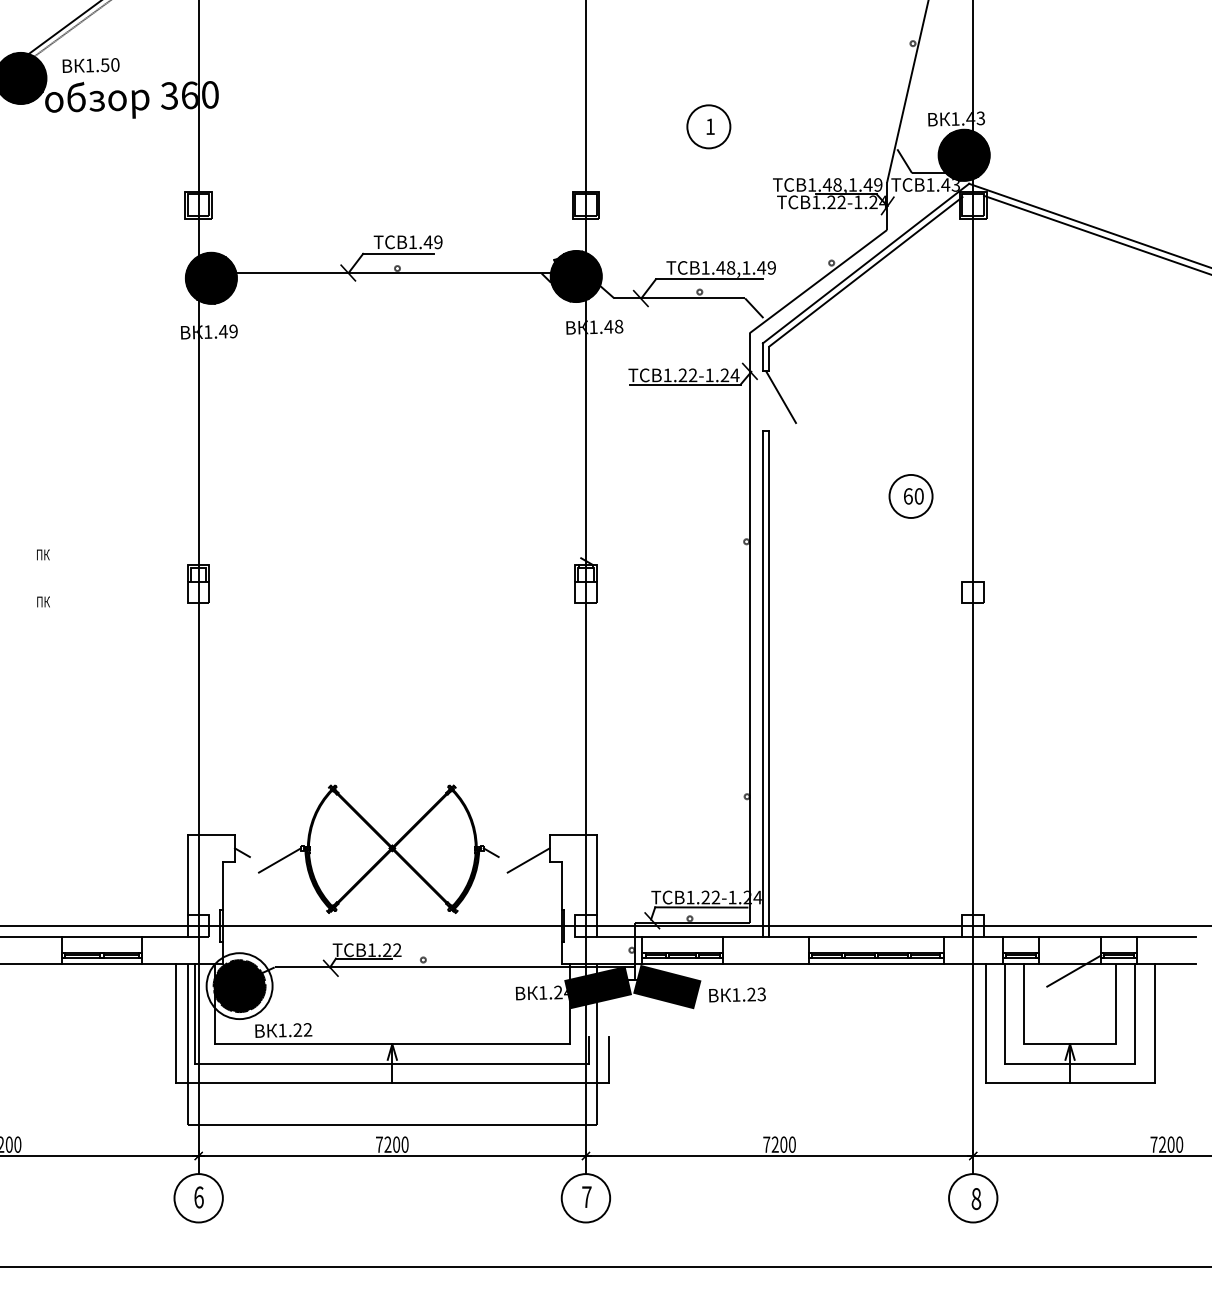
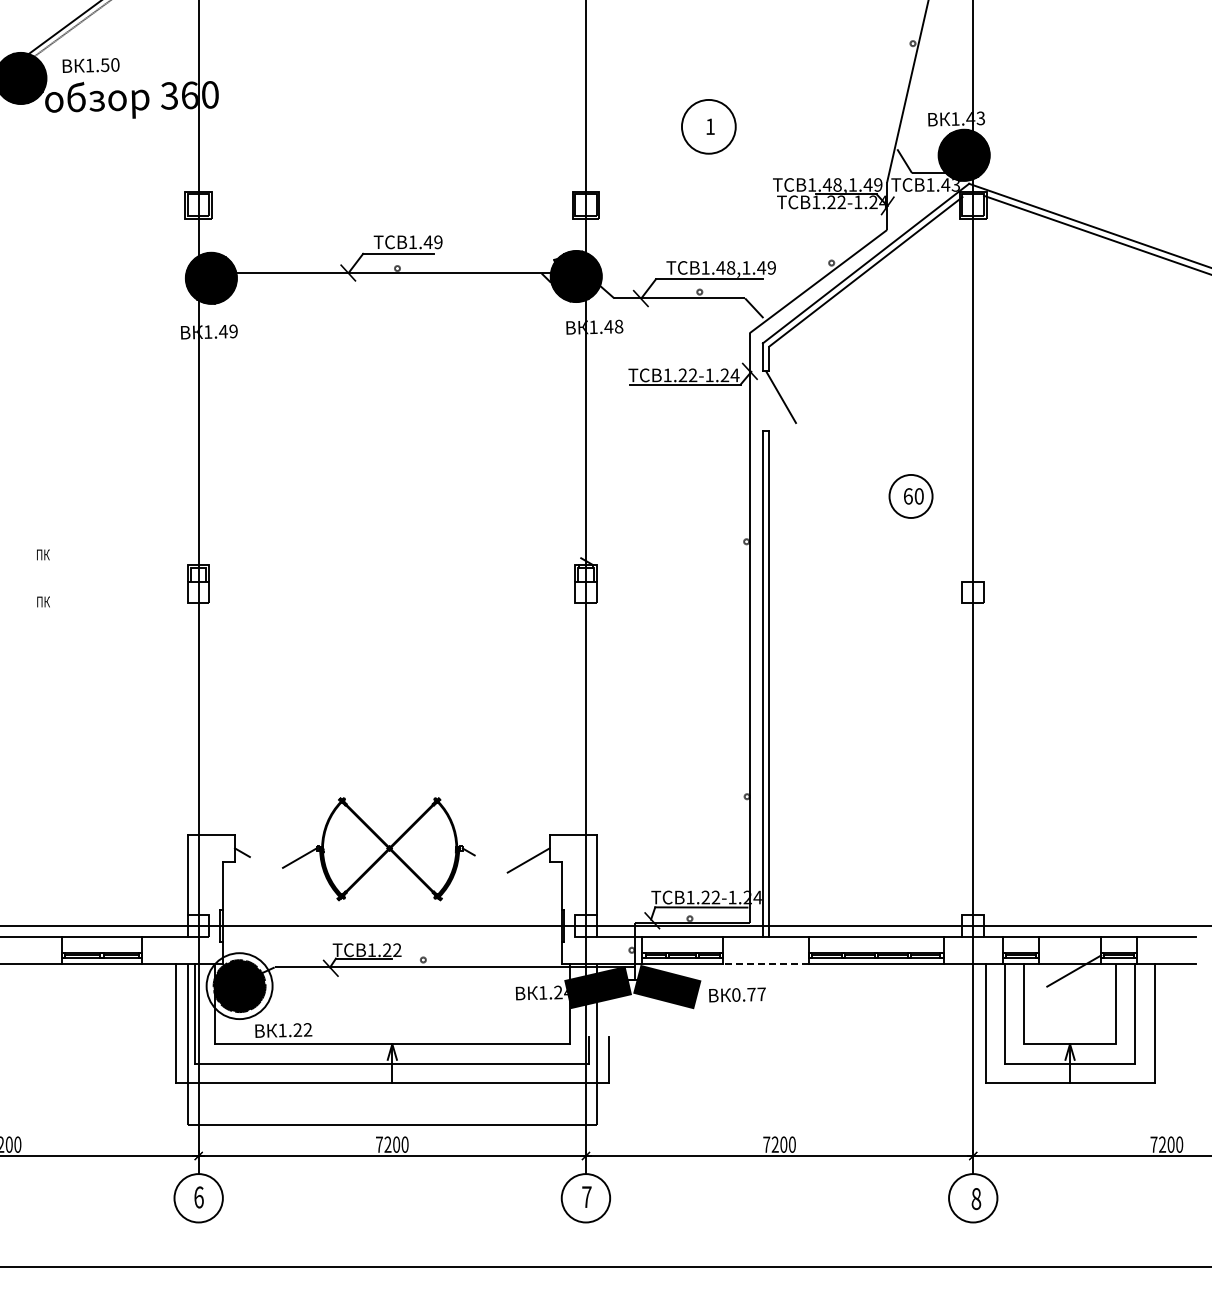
circle at (708, 126) diameter: 43 px -> 54 px
part at (378, 848) size: 242x130 px -> 194x105 px
line at (765, 963): solid -> dashed
text at (748, 994): 1.23 -> 0.77
